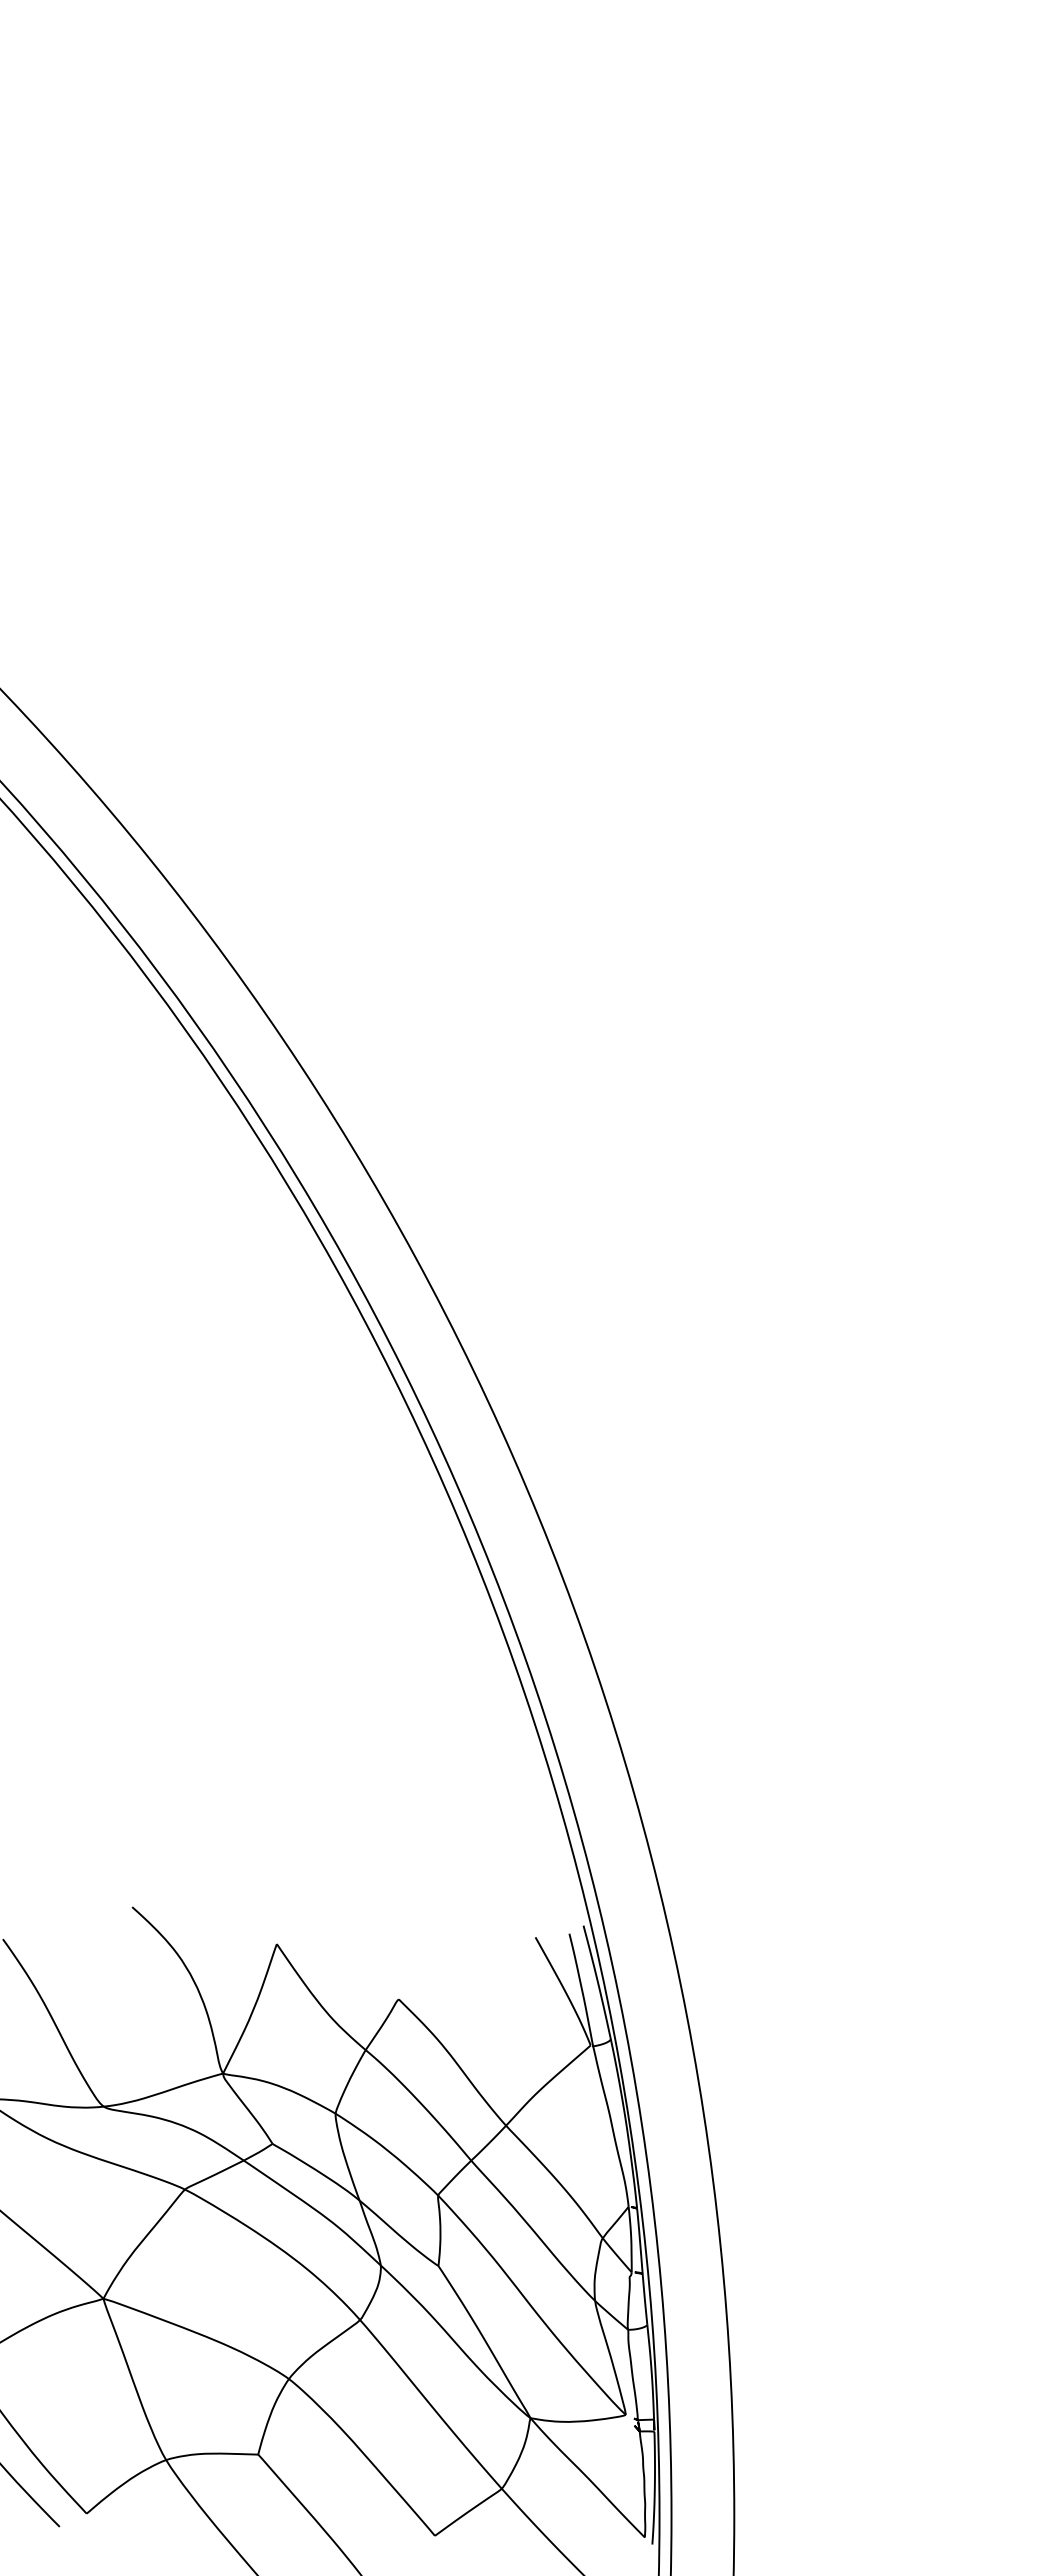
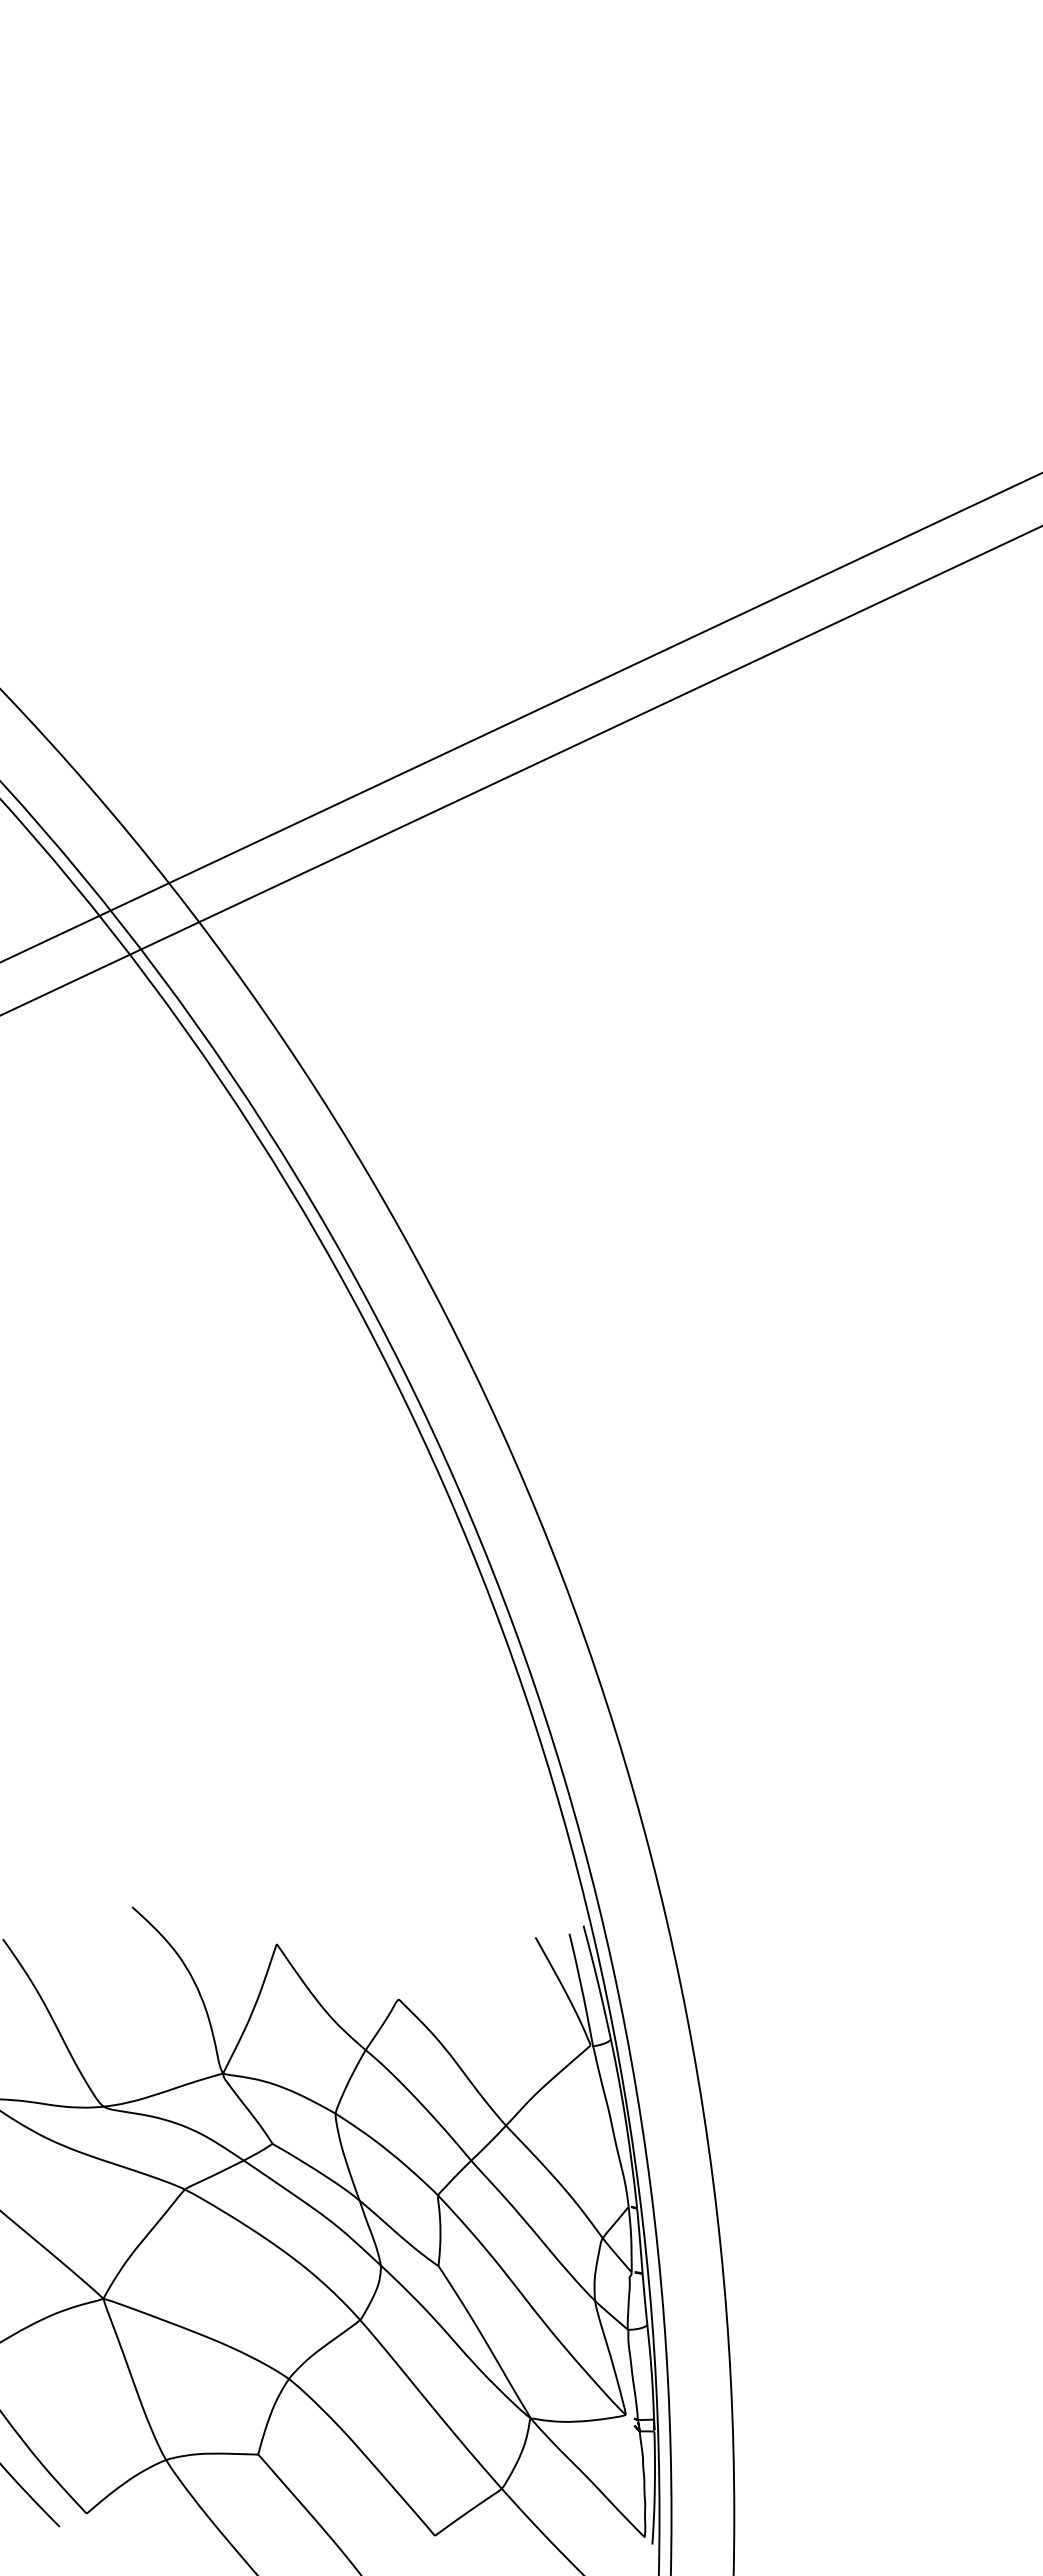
line at (520, 717): none -> present
line at (520, 770): none -> present
